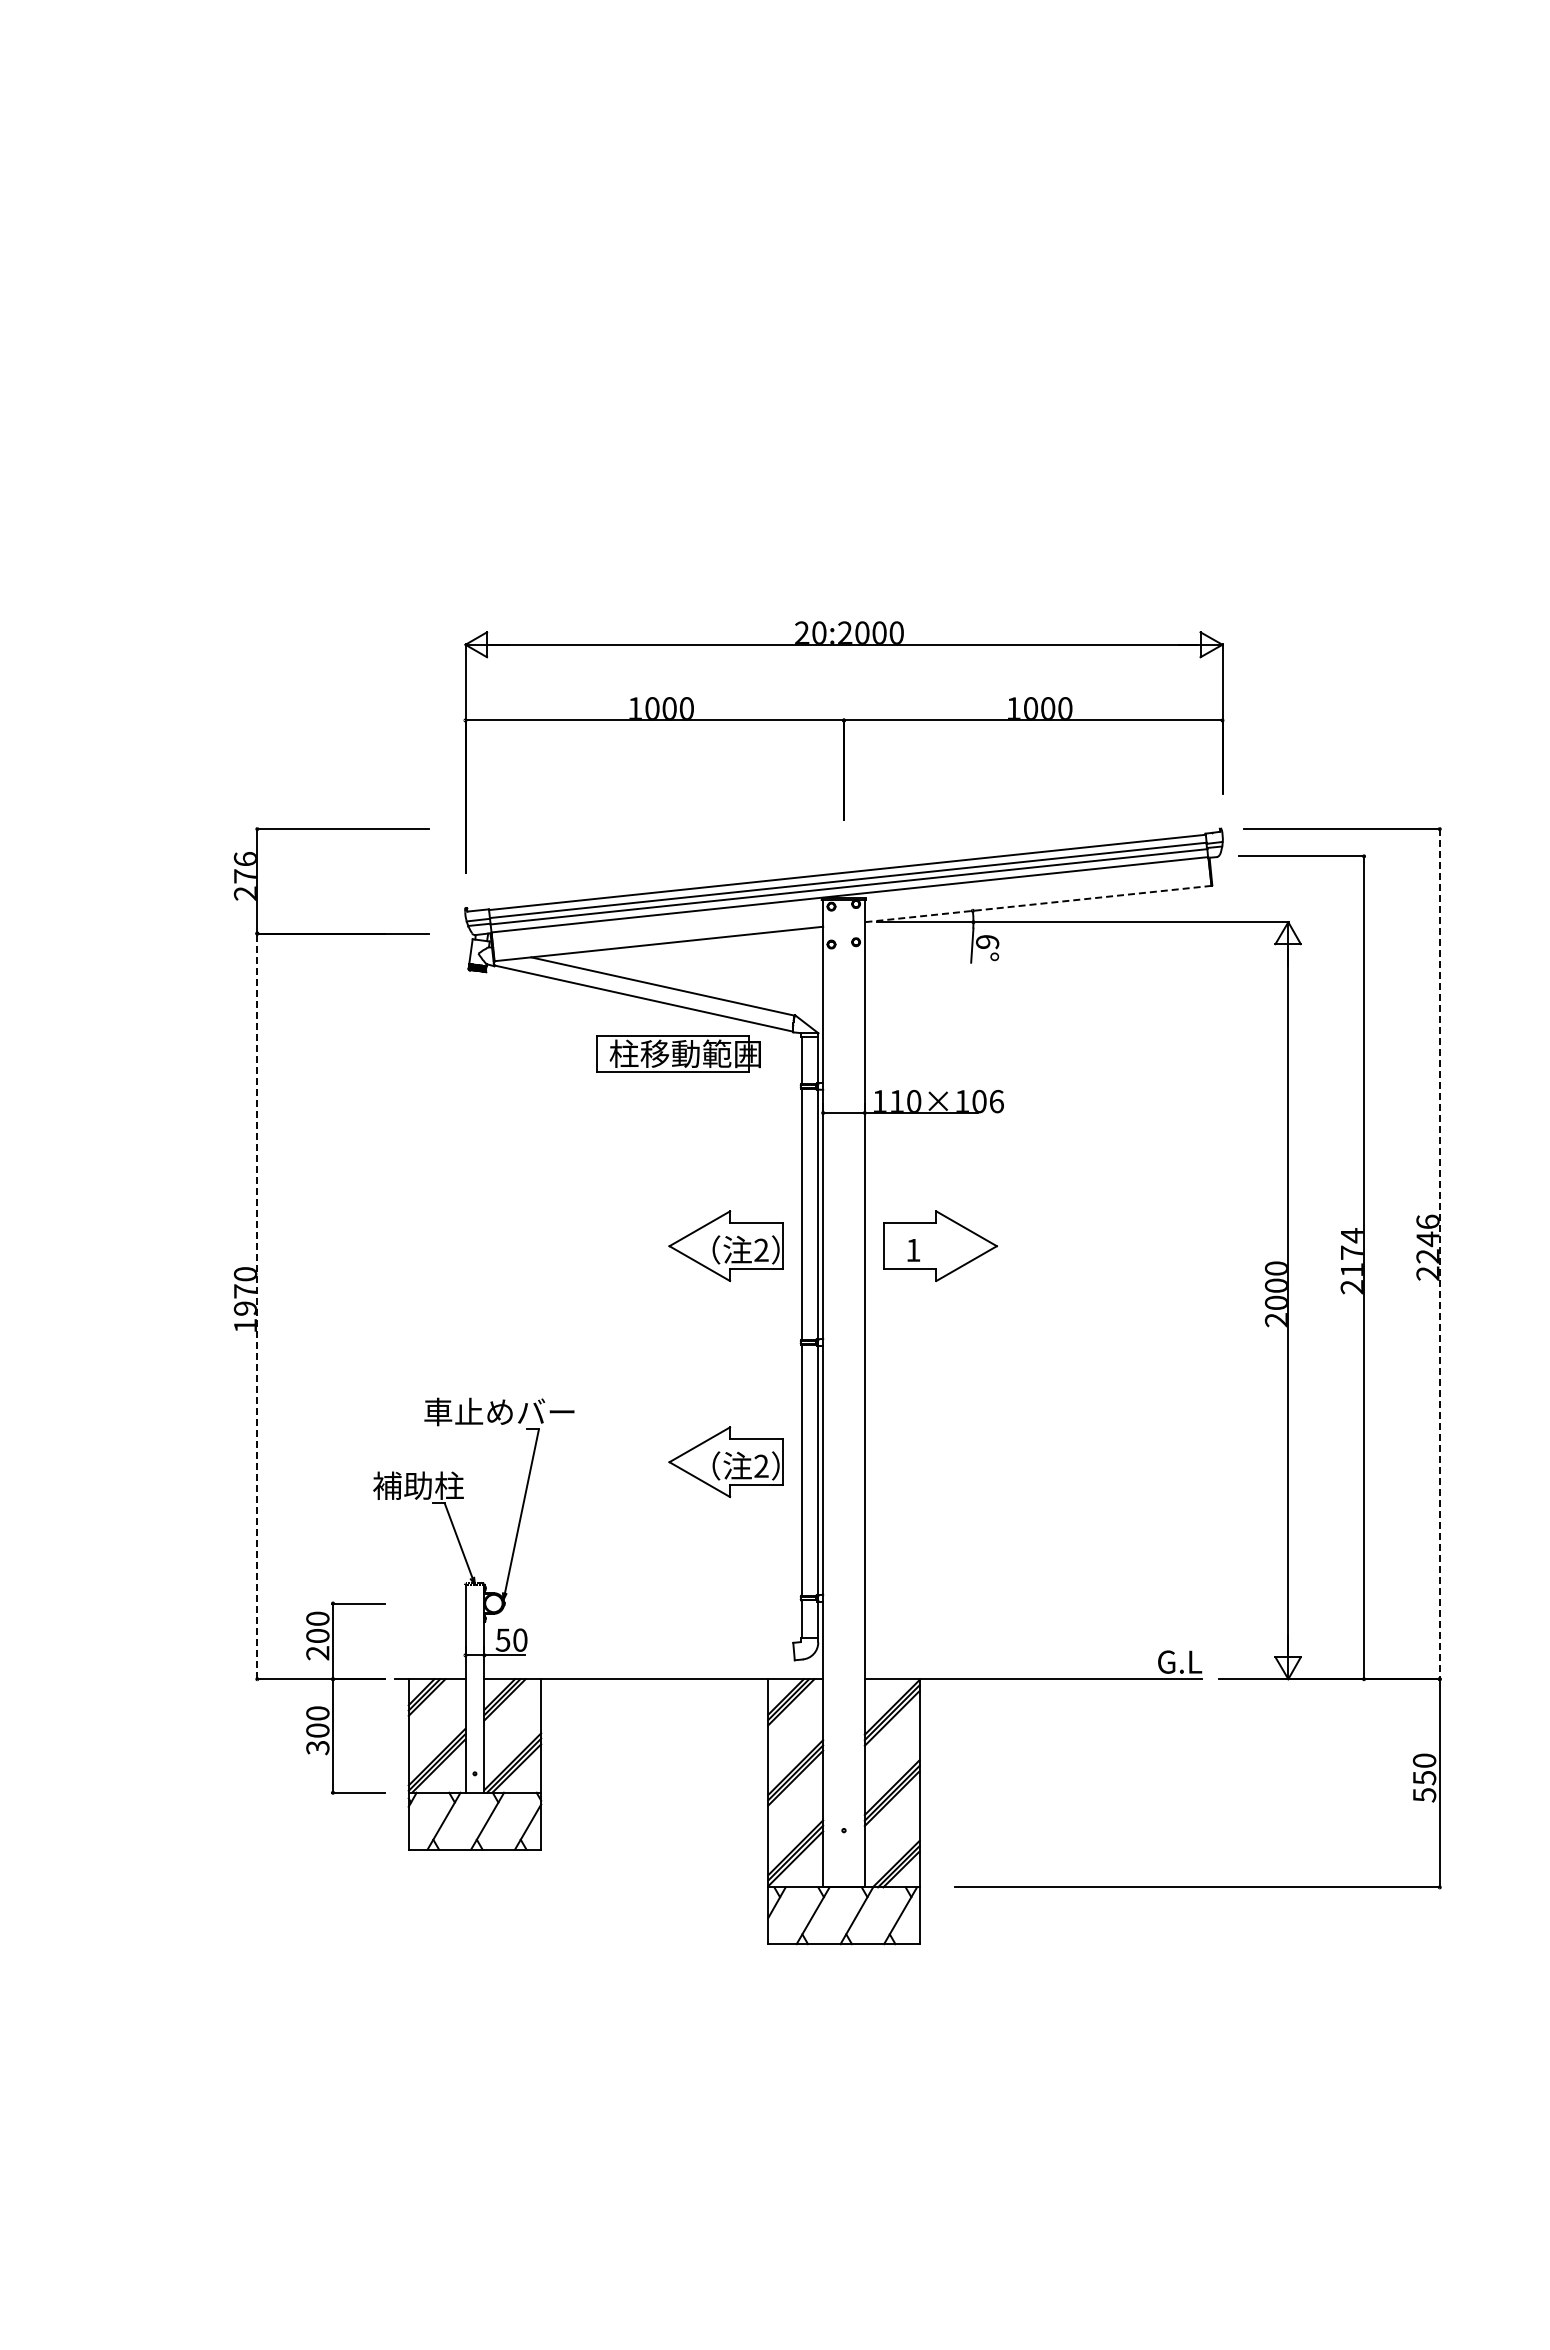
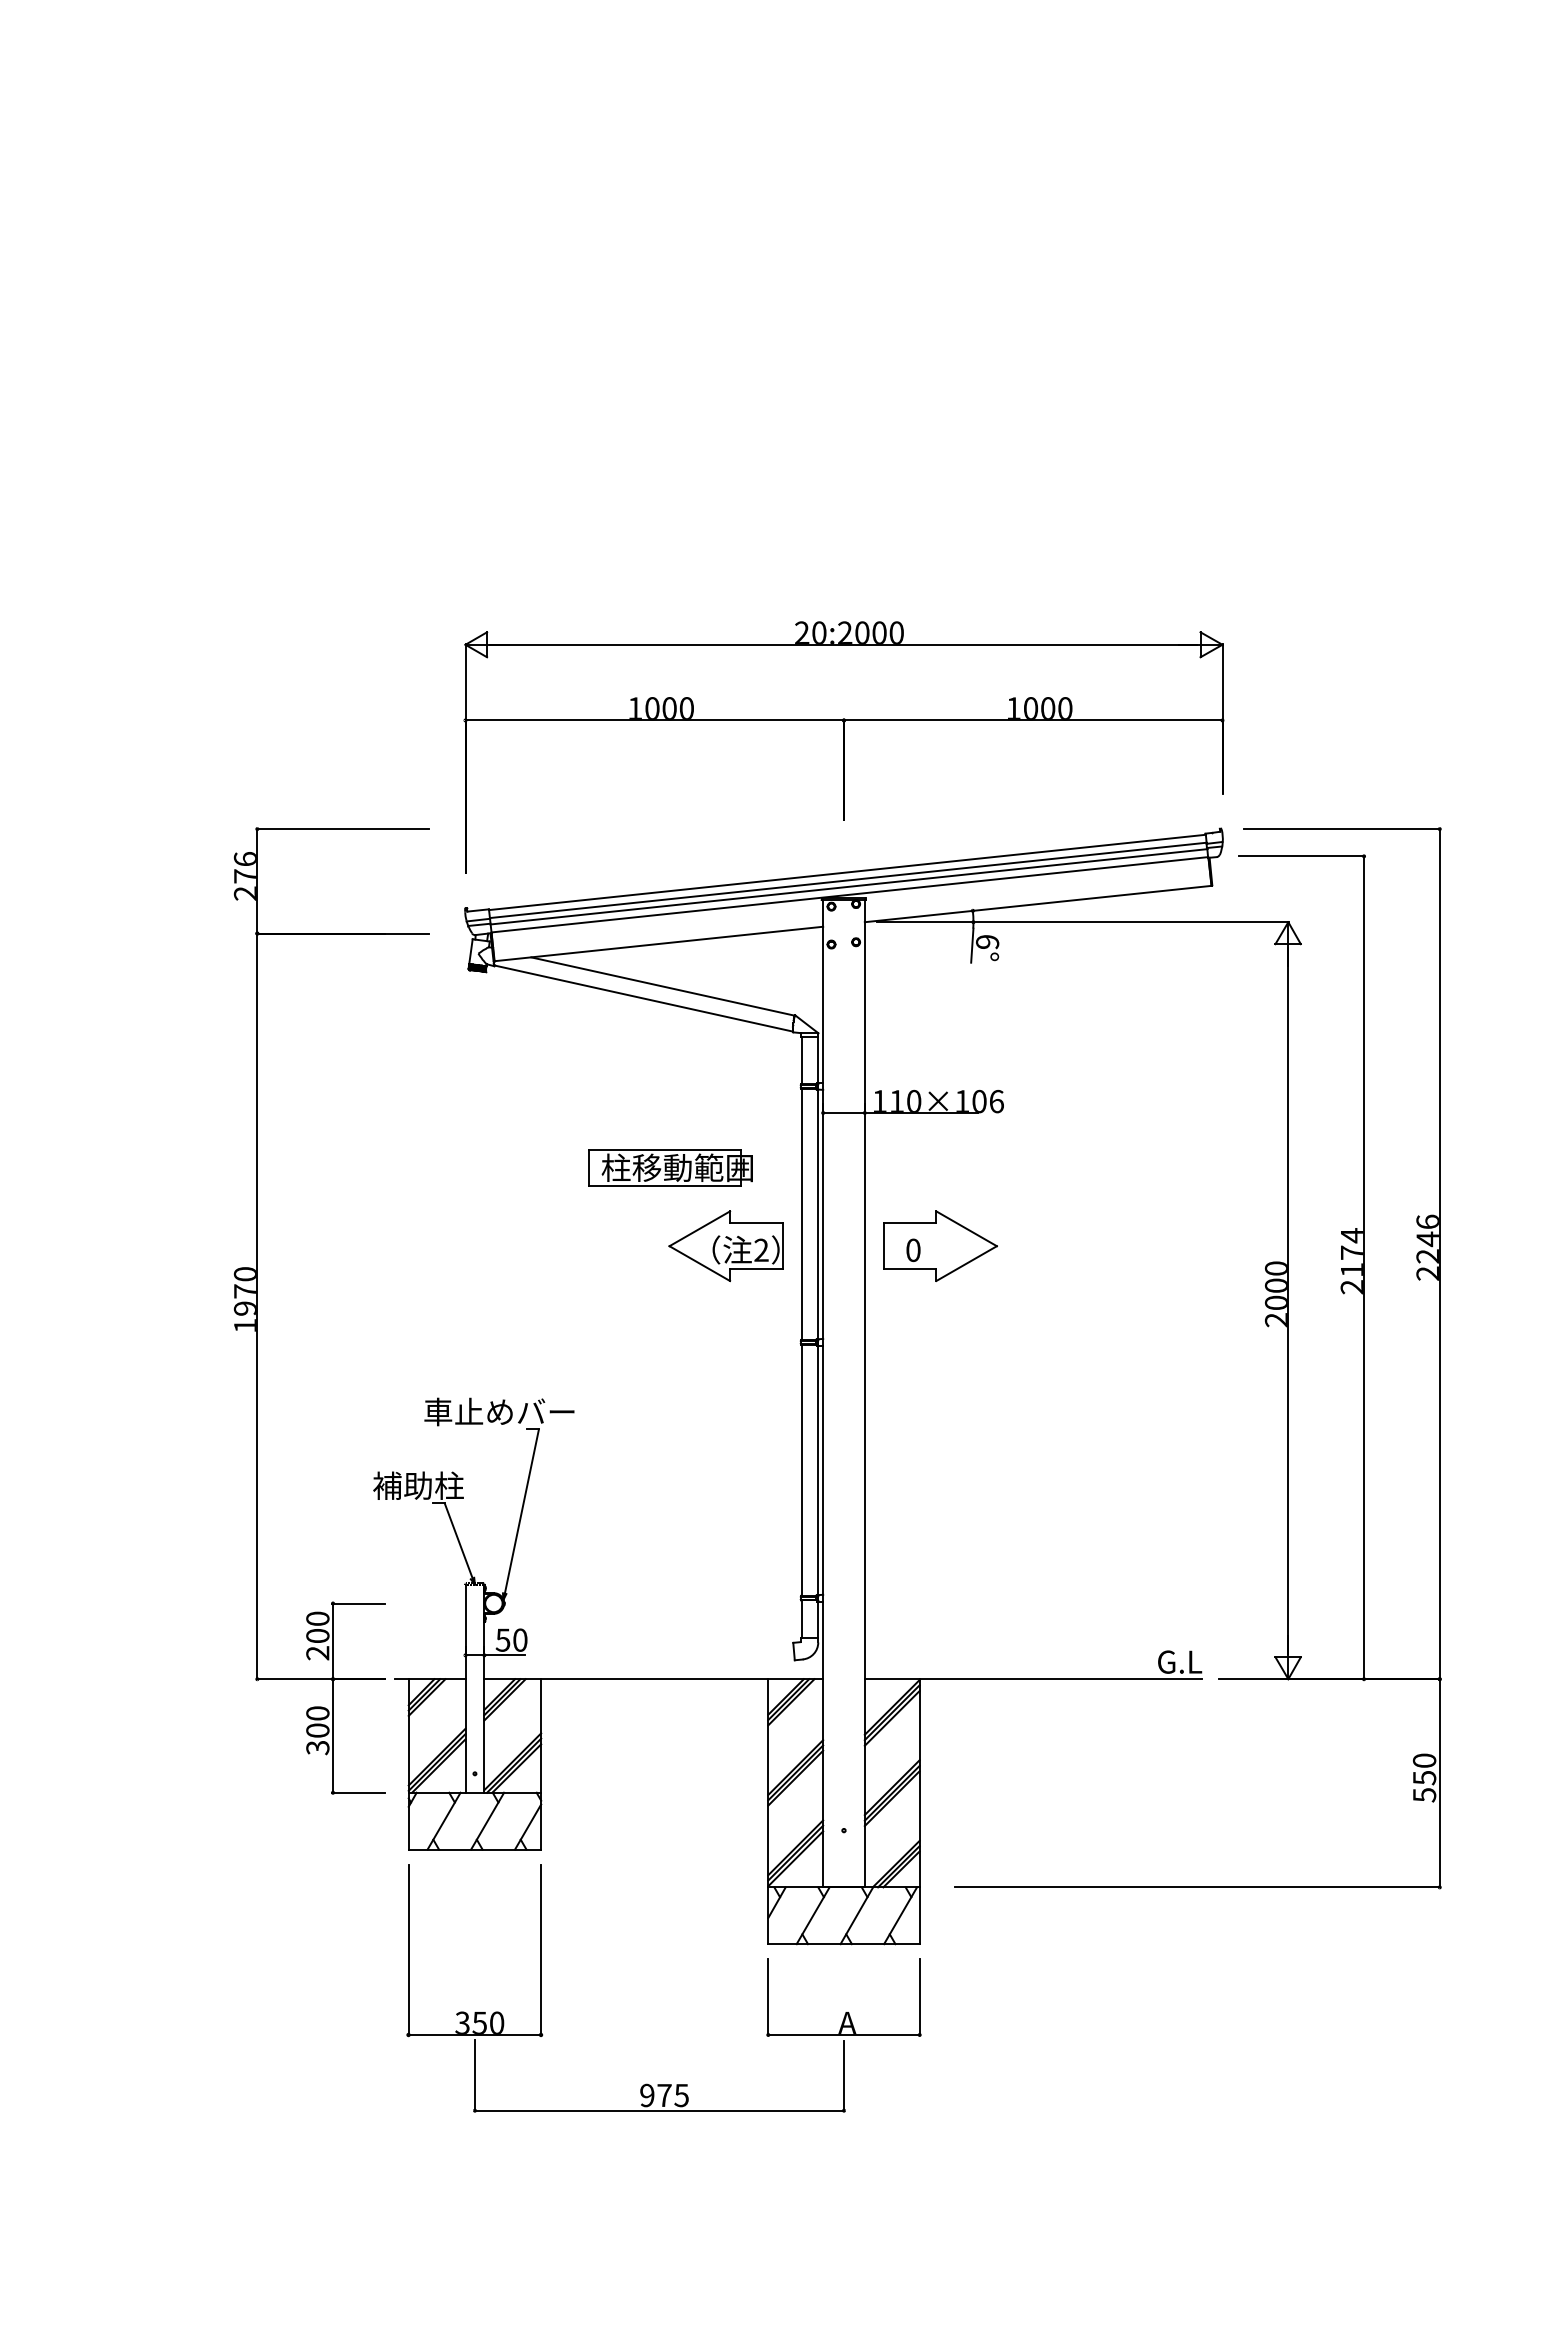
line at (1037, 904): dashed -> solid
part at (678, 1053) position: (678, 1053) -> (670, 1167)
text at (913, 1250): 1 -> 0
line at (1439, 1254): dashed -> solid
line at (257, 1306): dashed -> solid
part at (725, 1462): present -> none
part at (663, 2084): none -> present
